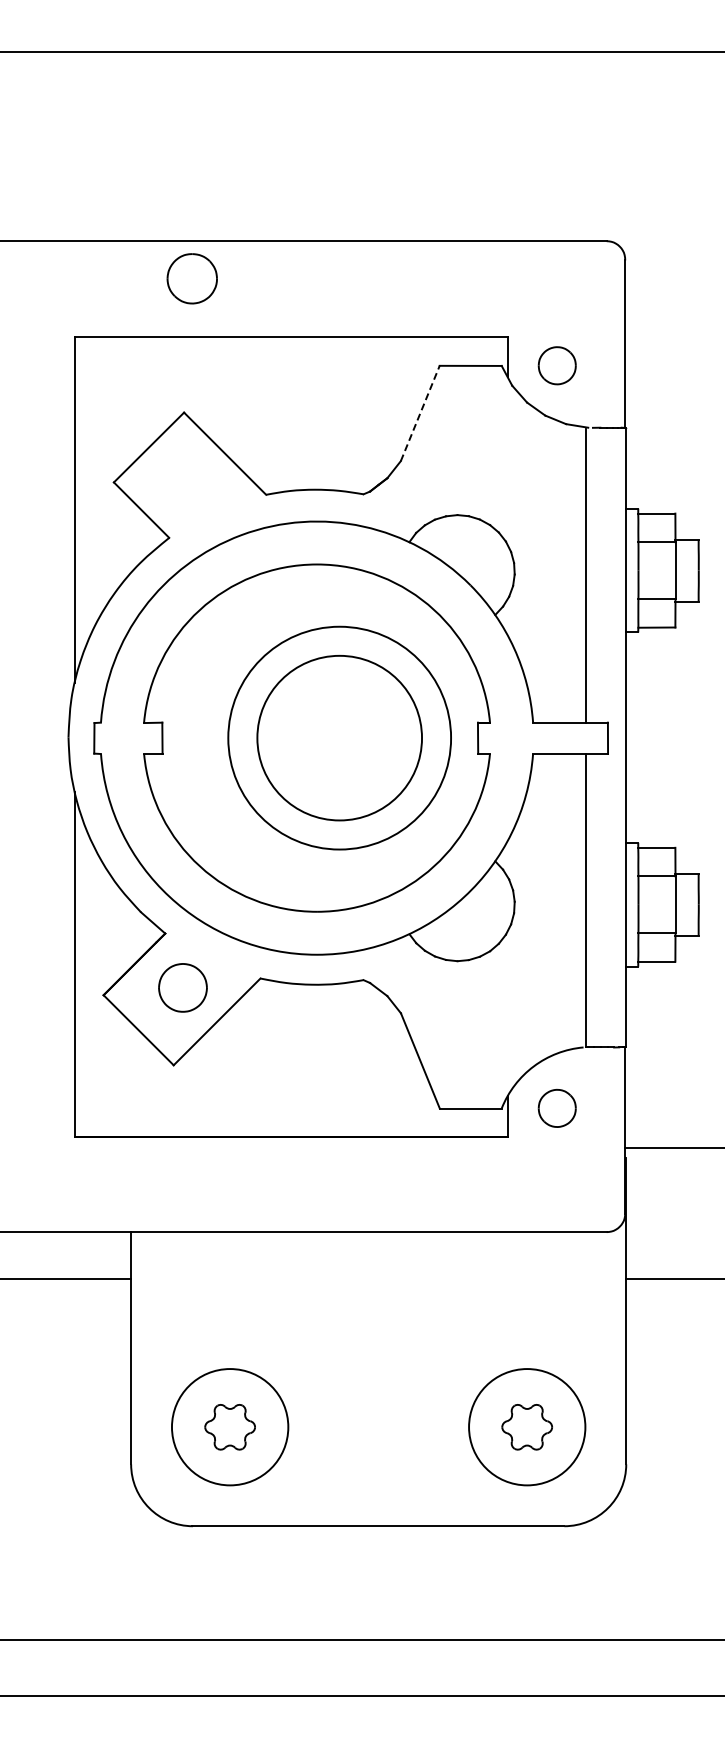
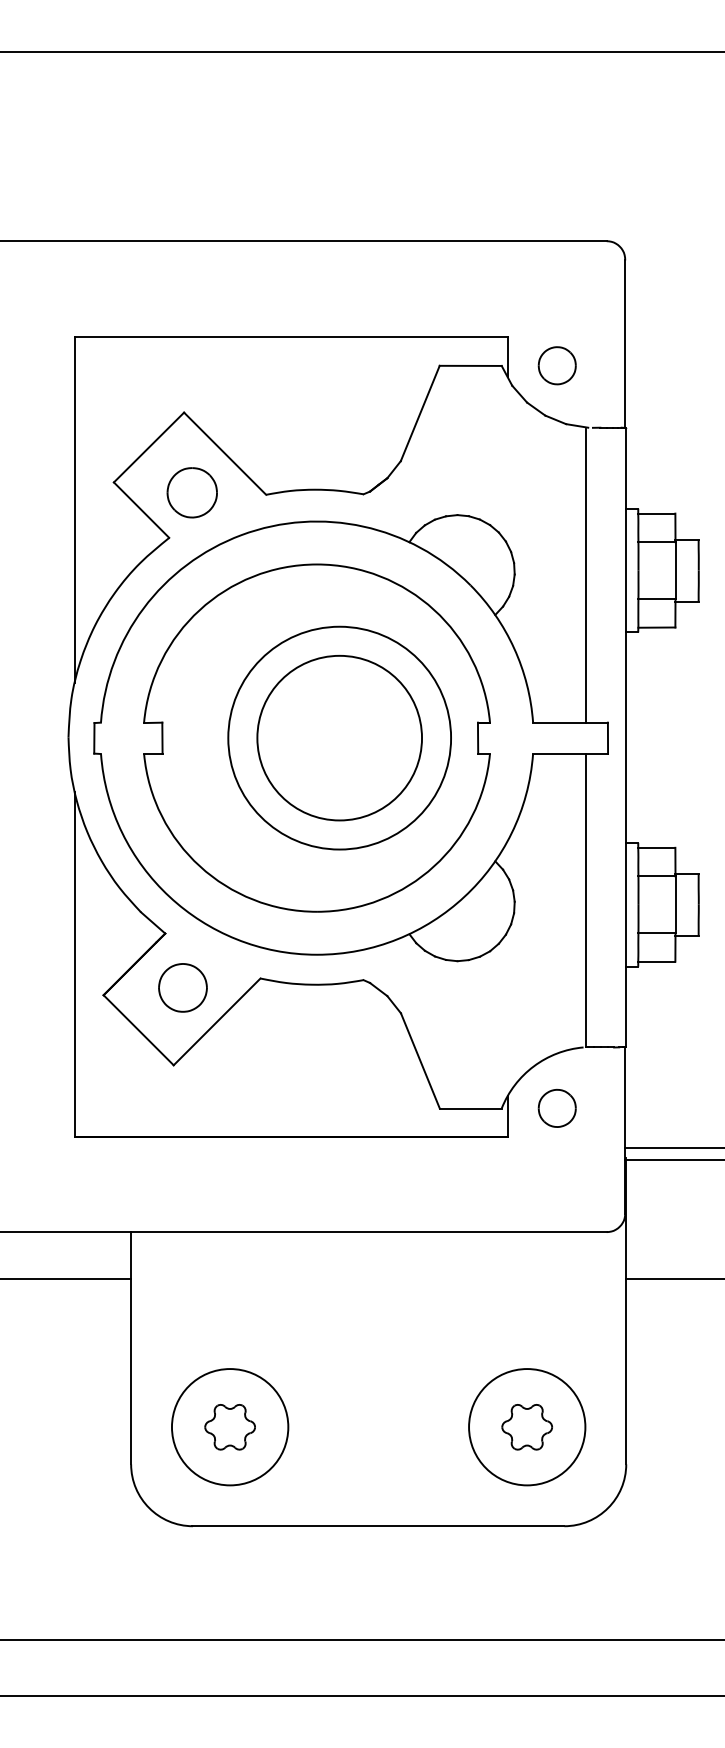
part at (191, 278) position: (191, 278) -> (191, 492)
line at (420, 413): dashed -> solid
line at (673, 1160): none -> present
